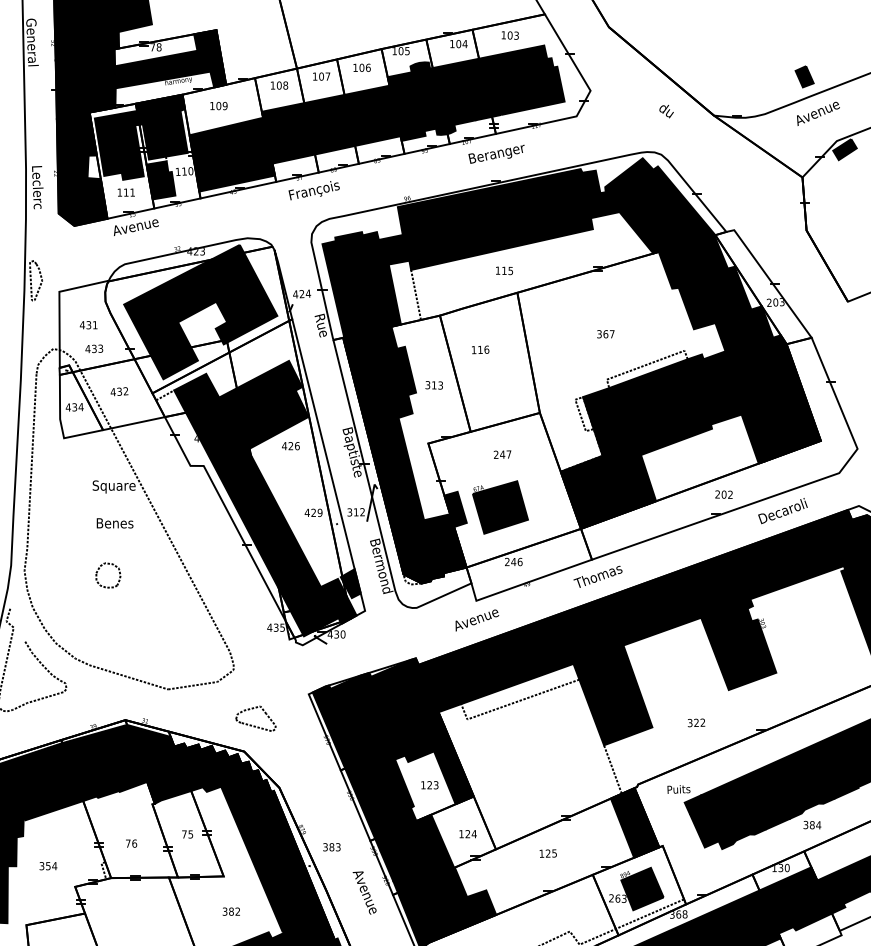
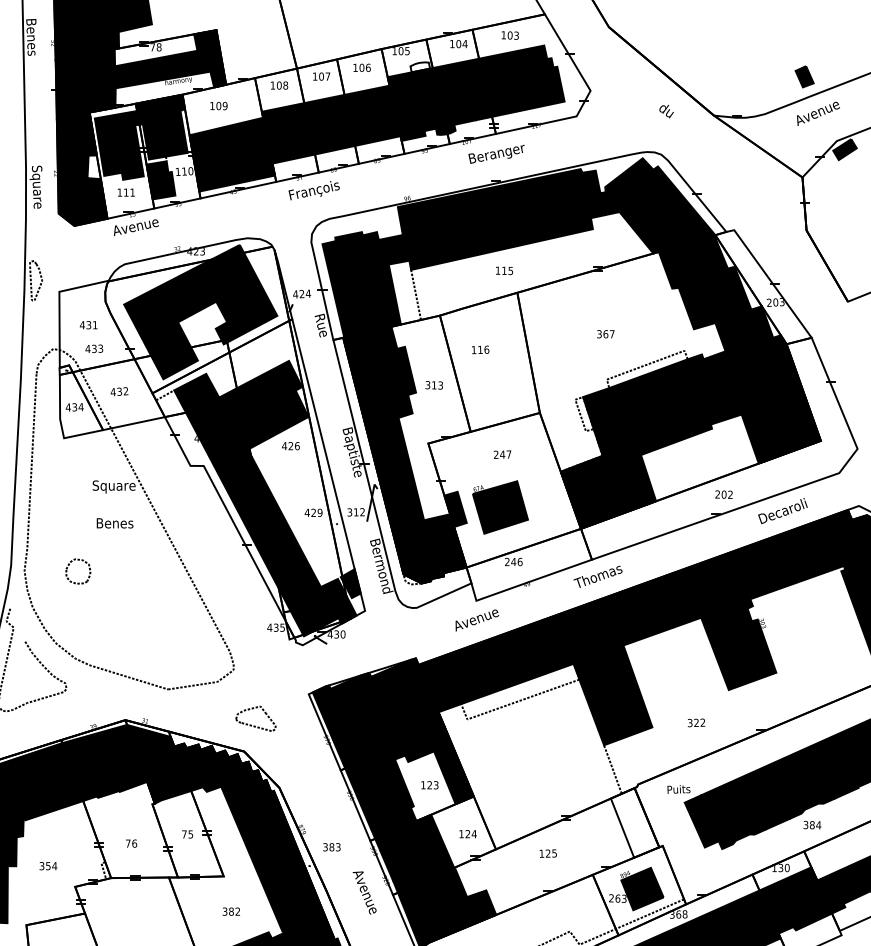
text at (32, 42): General -> Benes
fill at (420, 67): present -> none
text at (36, 187): Leclerc -> Square
part at (115, 567) position: (115, 567) -> (85, 563)
fill at (634, 822): present -> none
